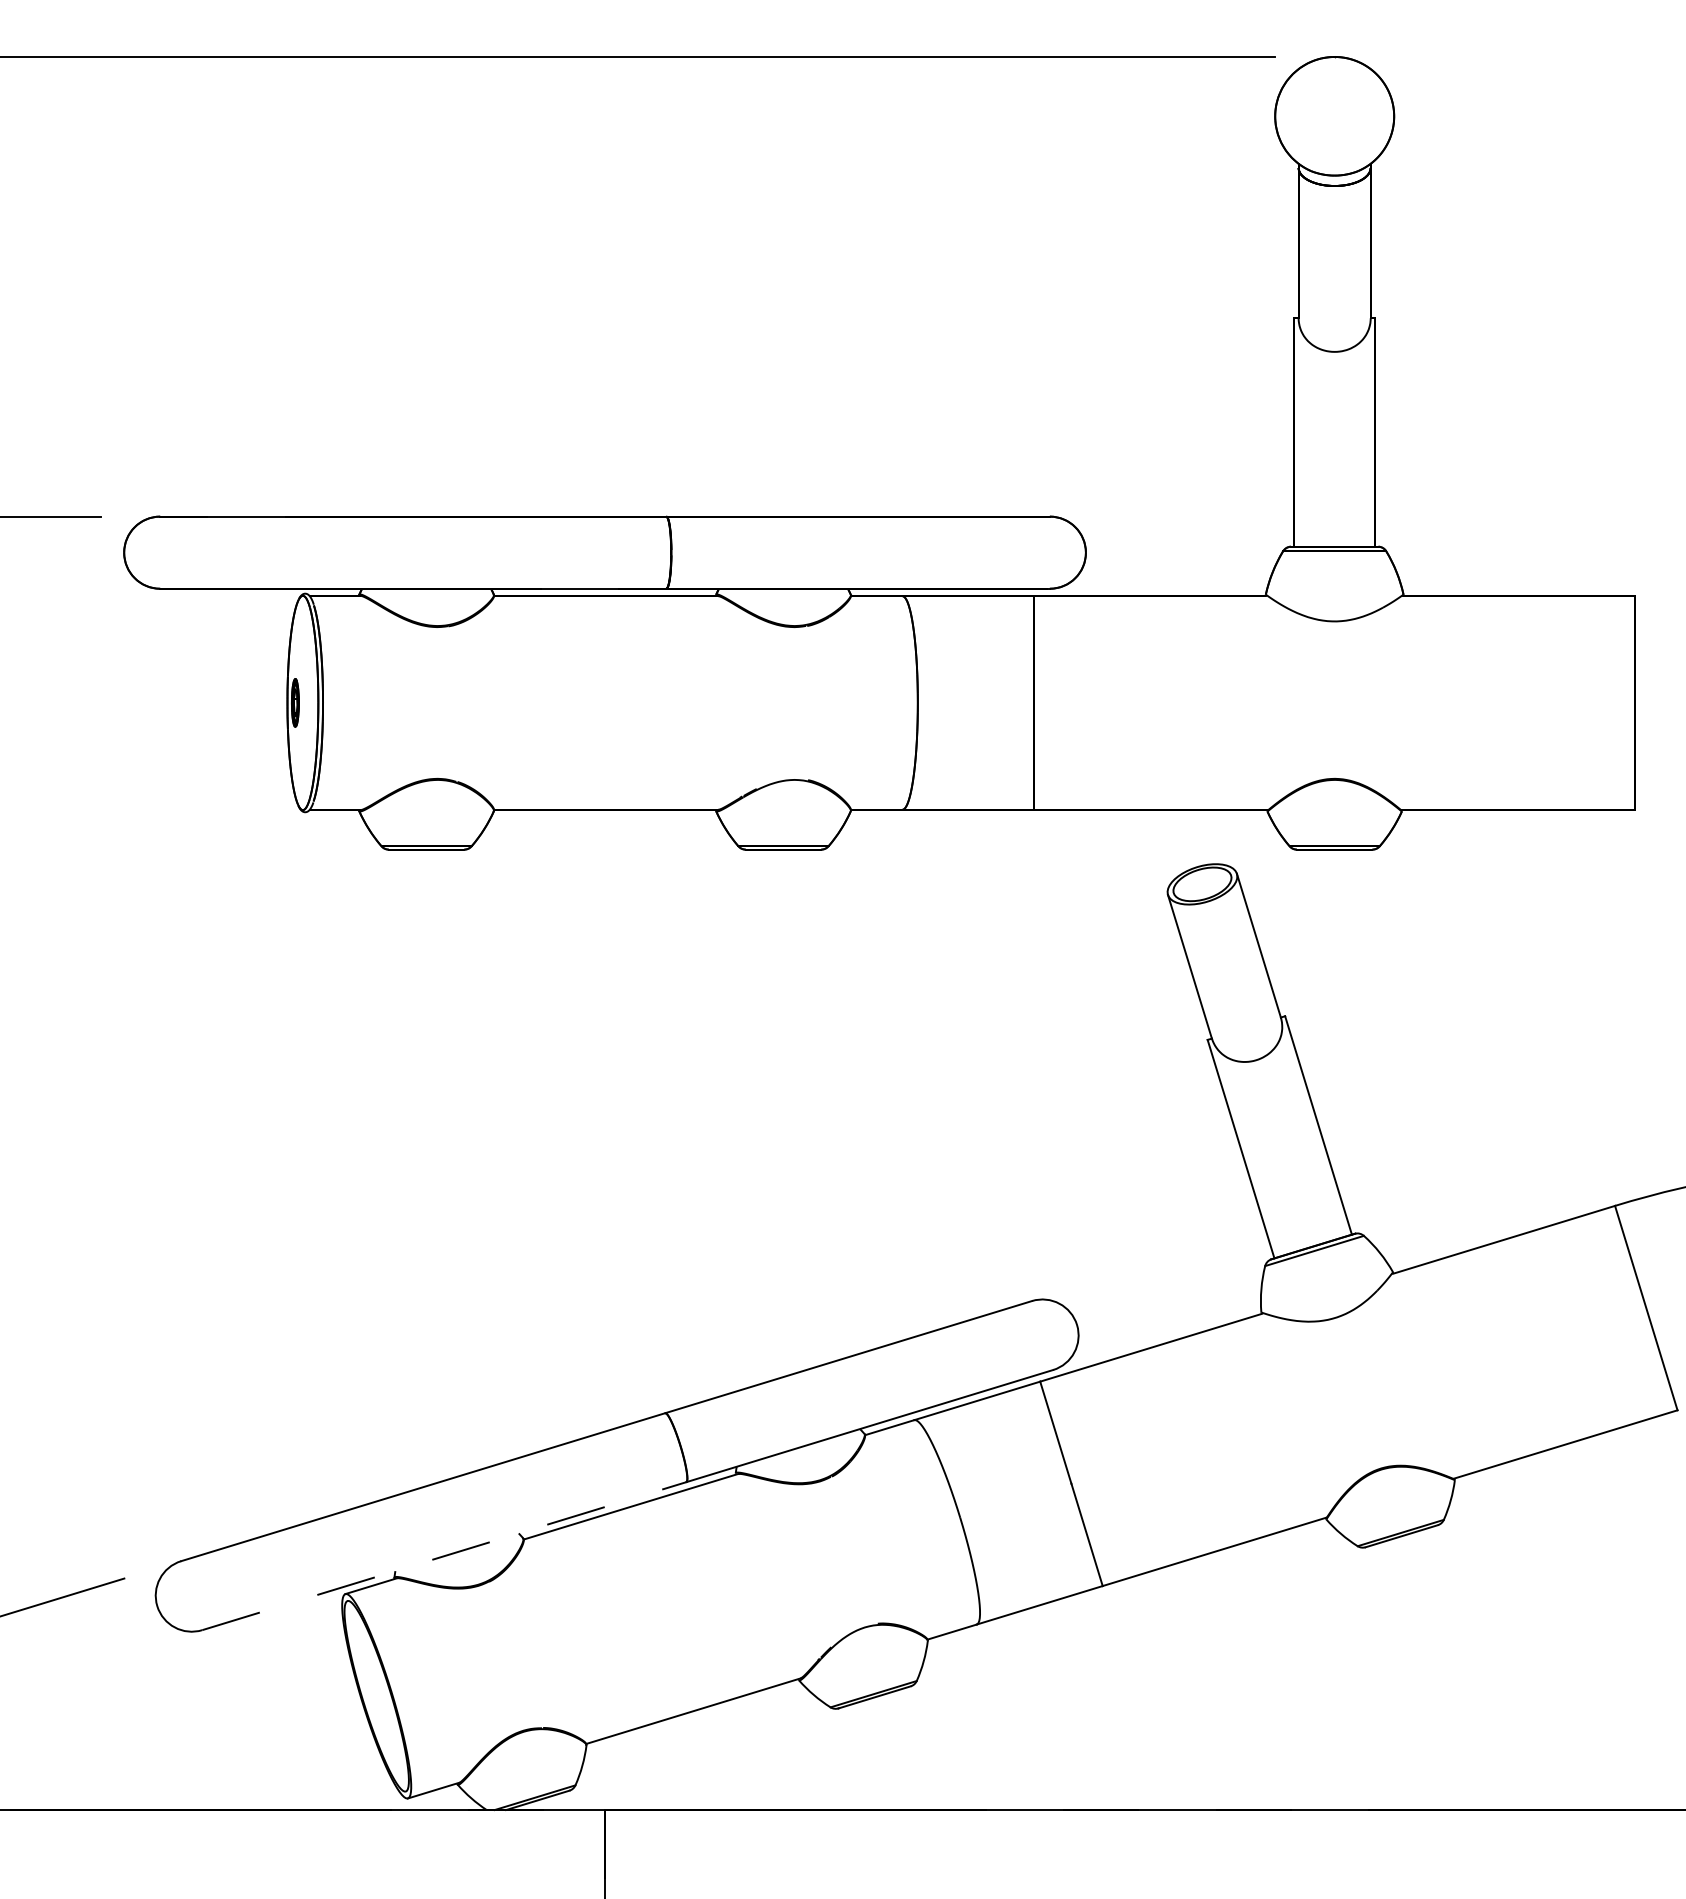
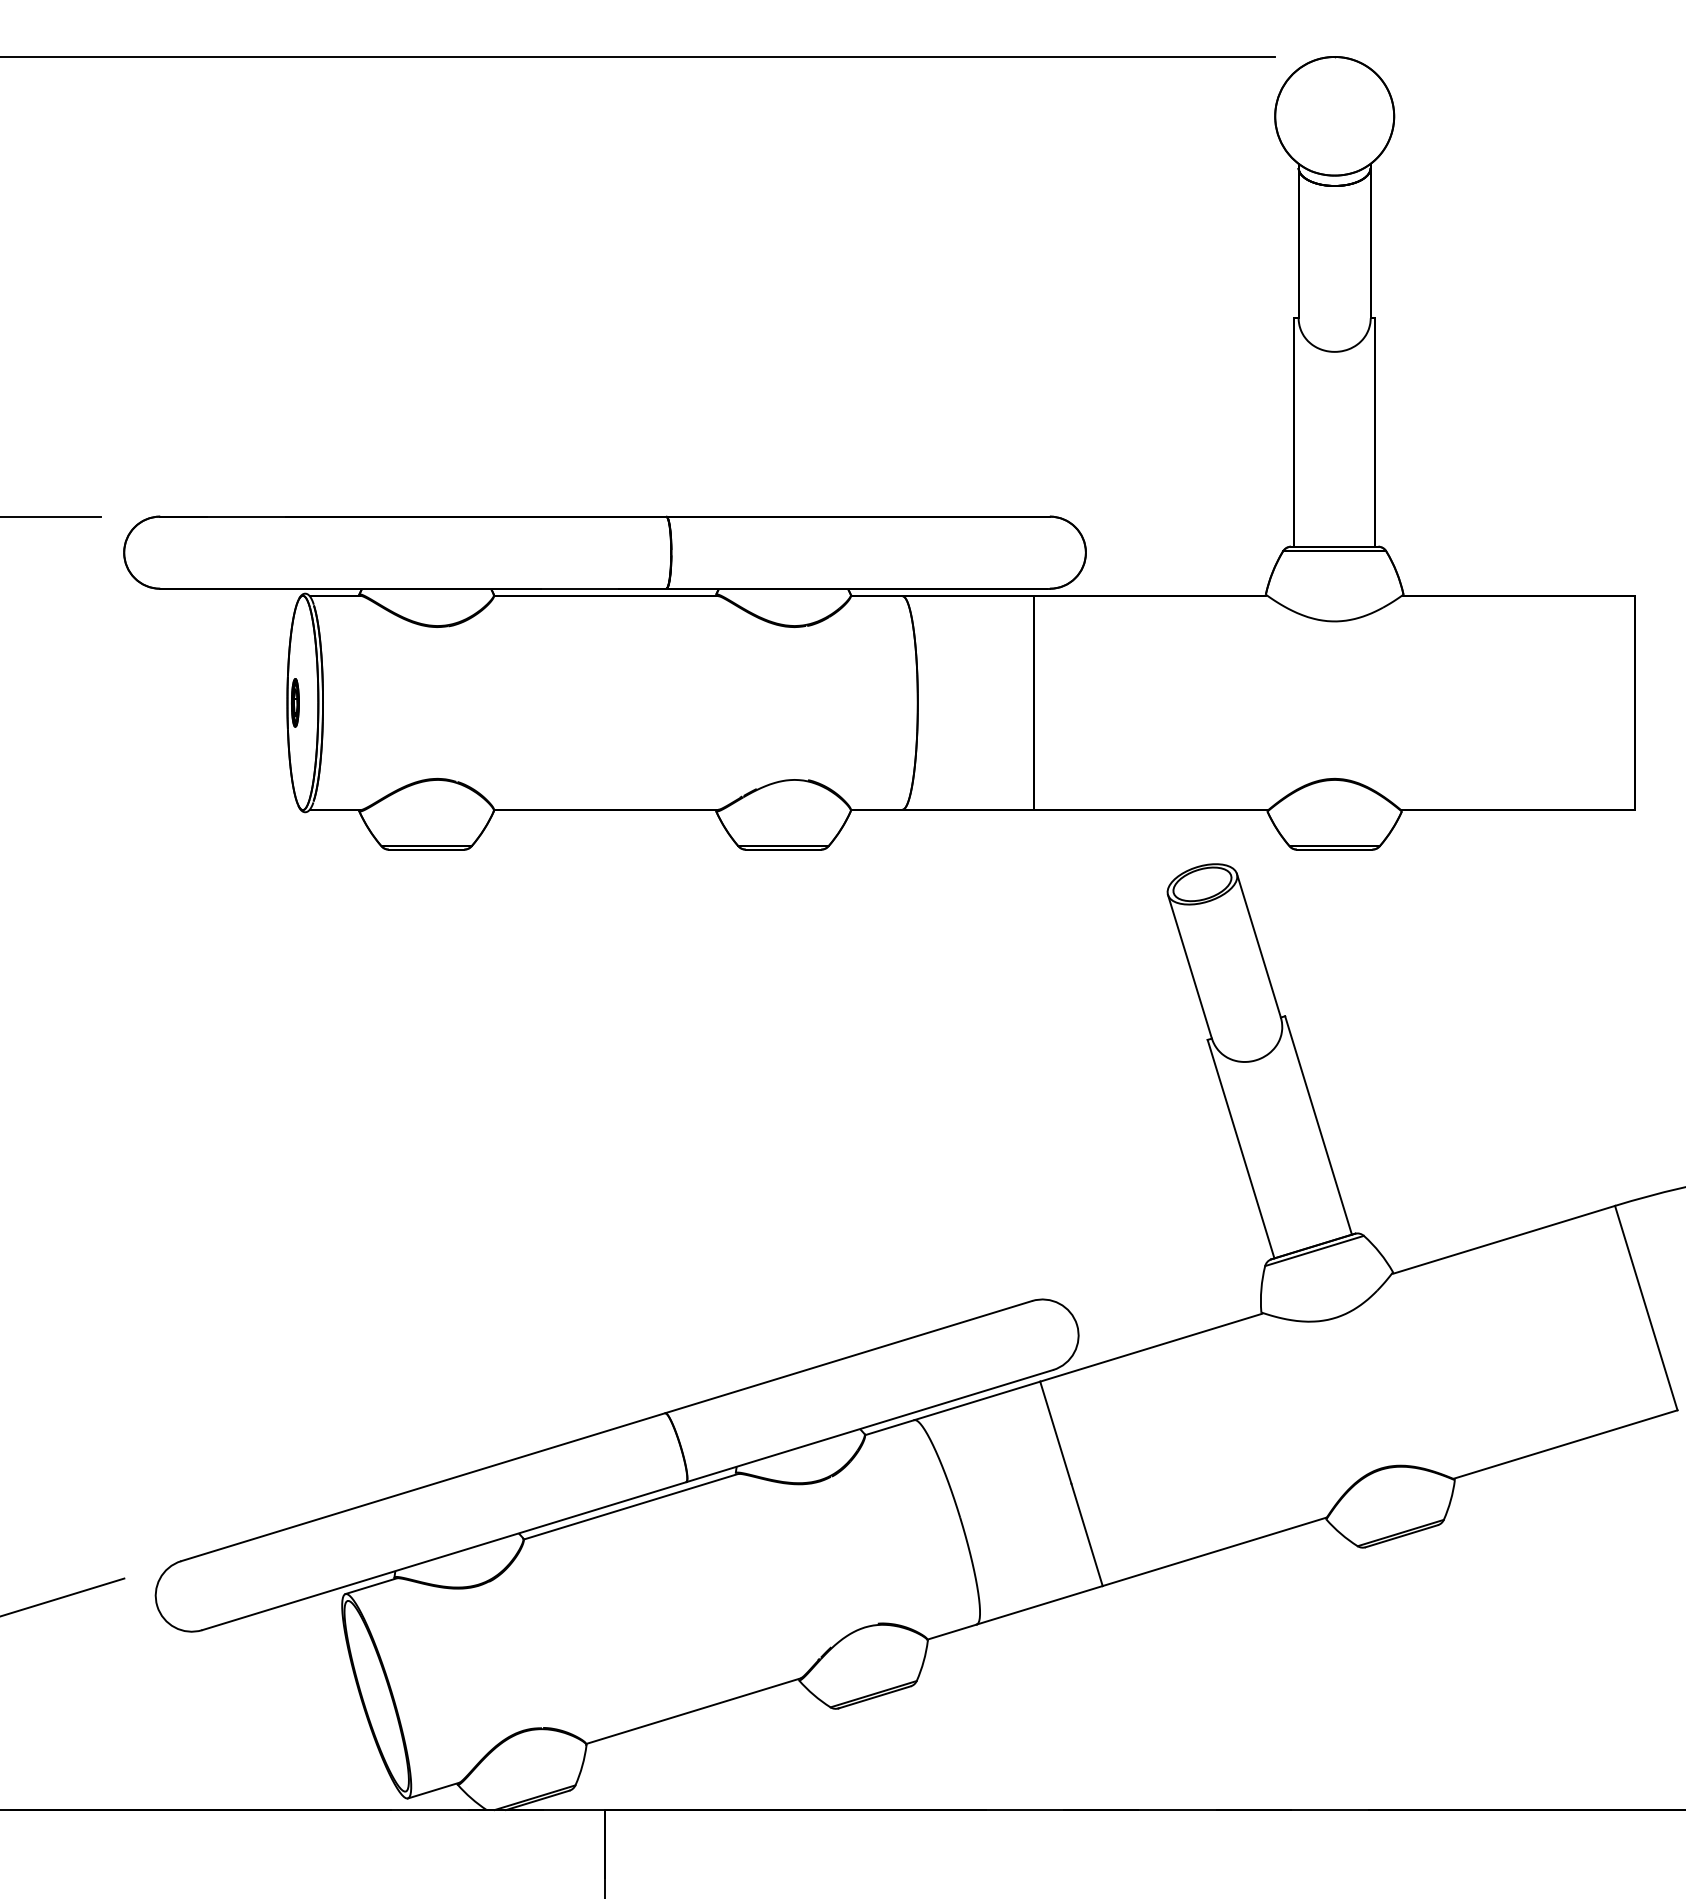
line at (444, 1556): dashed -> solid
